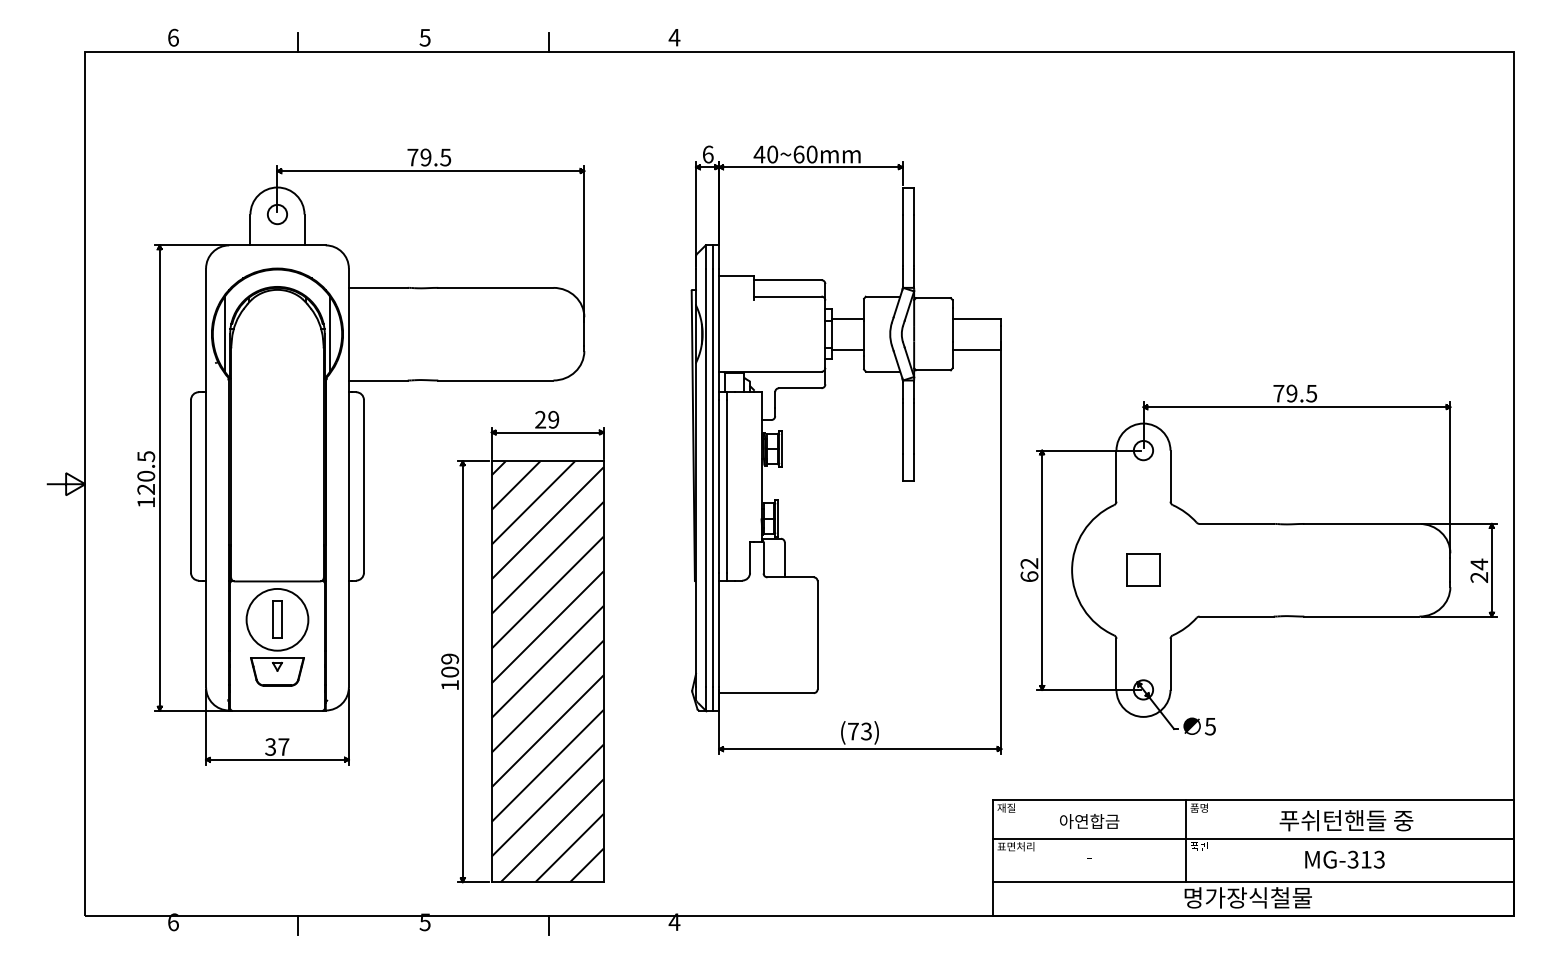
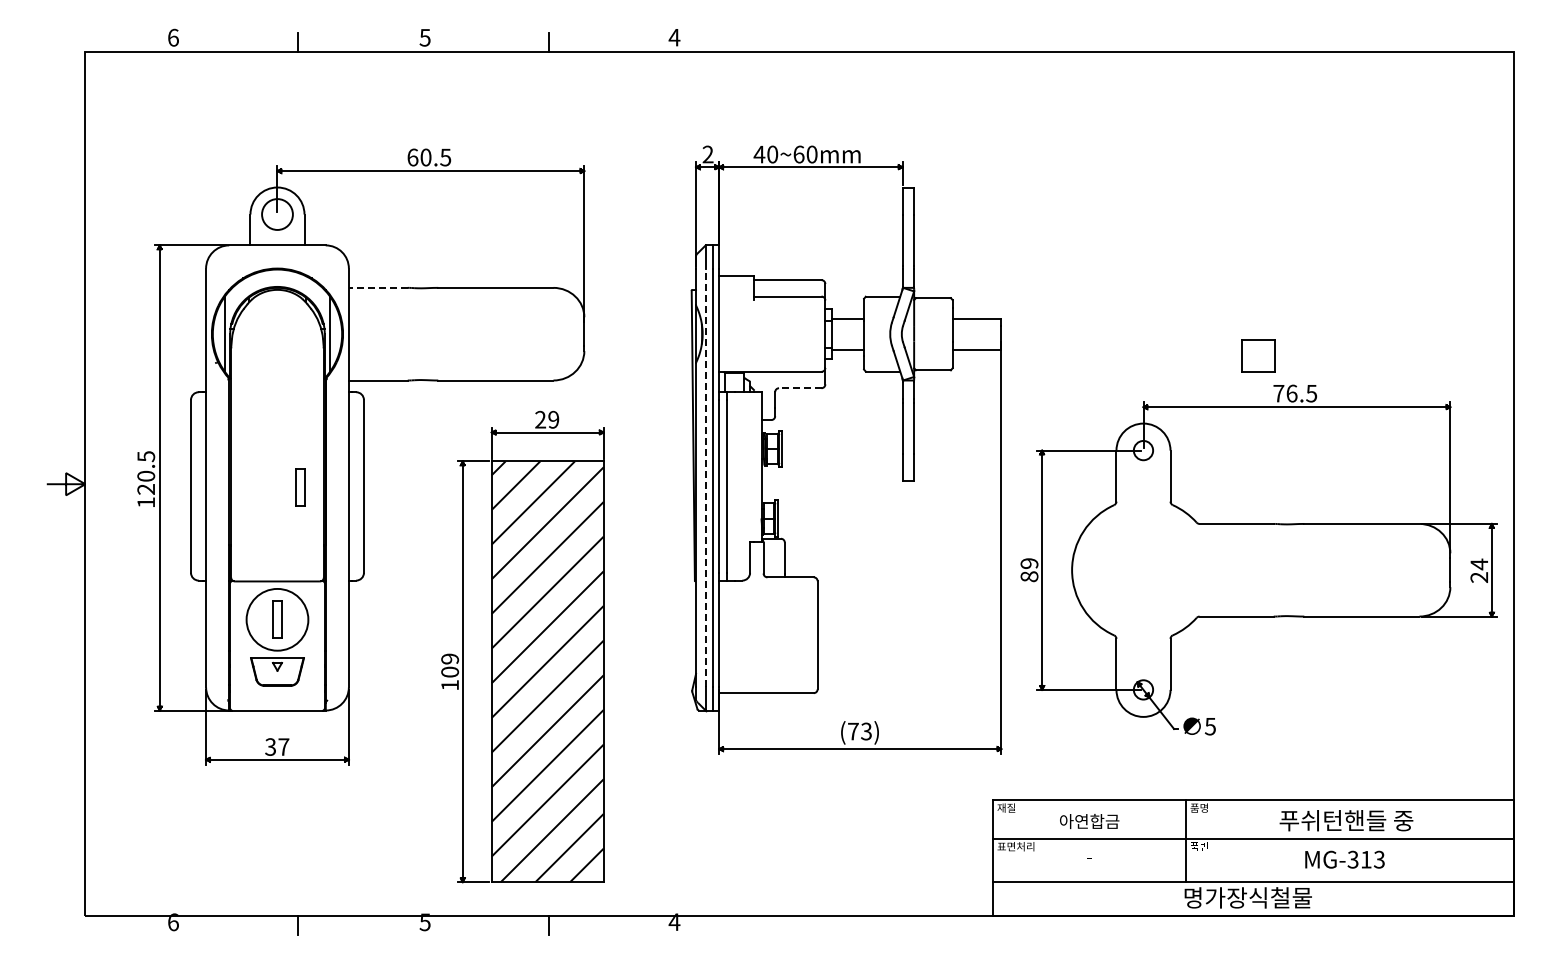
text at (707, 154): 6 -> 2
text at (419, 157): 79.5 -> 60.5
circle at (277, 214) diameter: 19 px -> 31 px
line at (377, 287): solid -> dashed
line at (799, 388): solid -> dashed
text at (1291, 393): 79.5 -> 76.5
line at (705, 477): solid -> dashed
part at (300, 487): none -> present
part at (1143, 569) position: (1143, 569) -> (1258, 355)
text at (1029, 570): 62 -> 89
